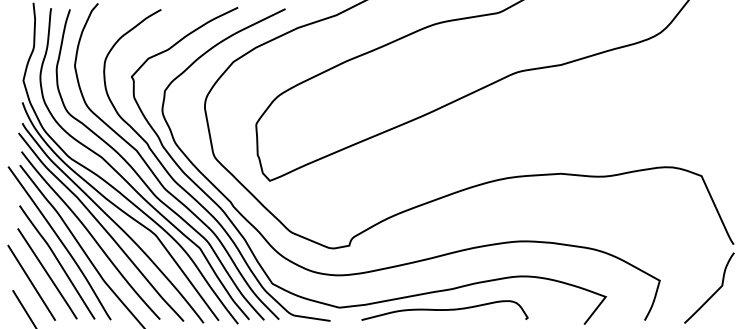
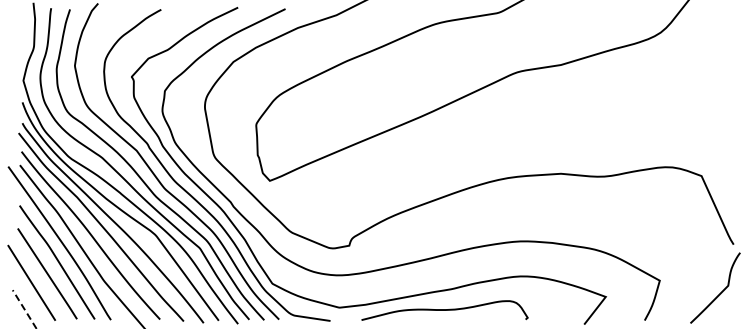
curve at (714, 292) position: (714, 292) -> (720, 292)
line at (24, 308): solid -> dashed
